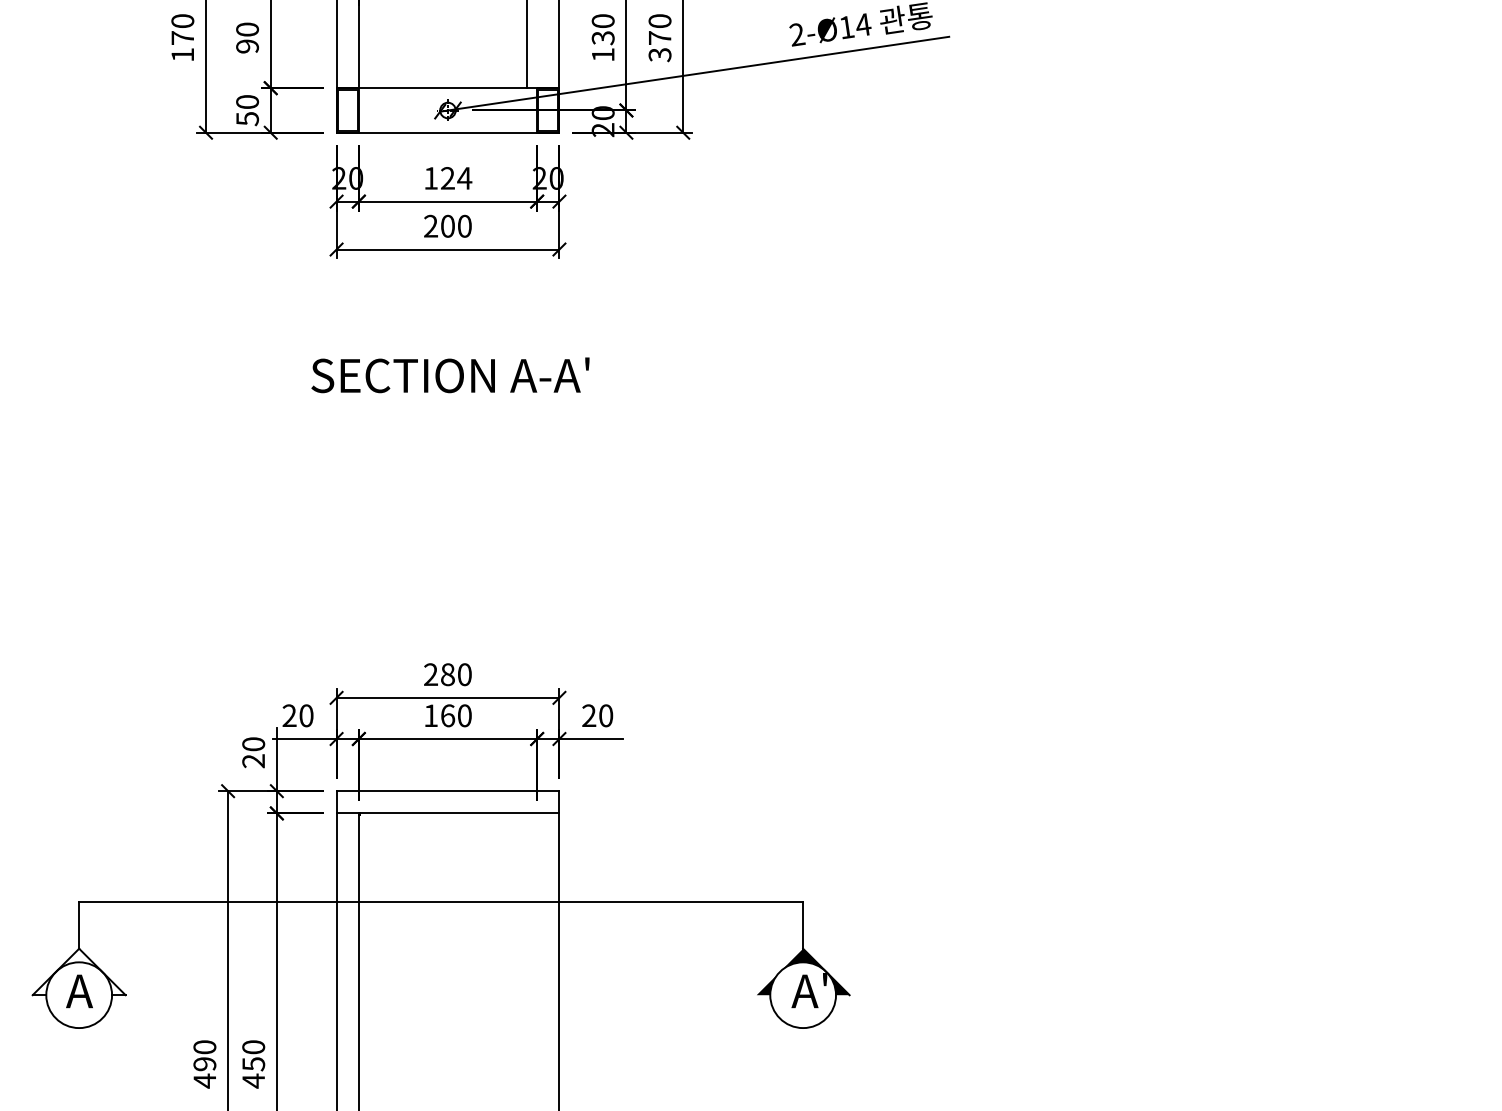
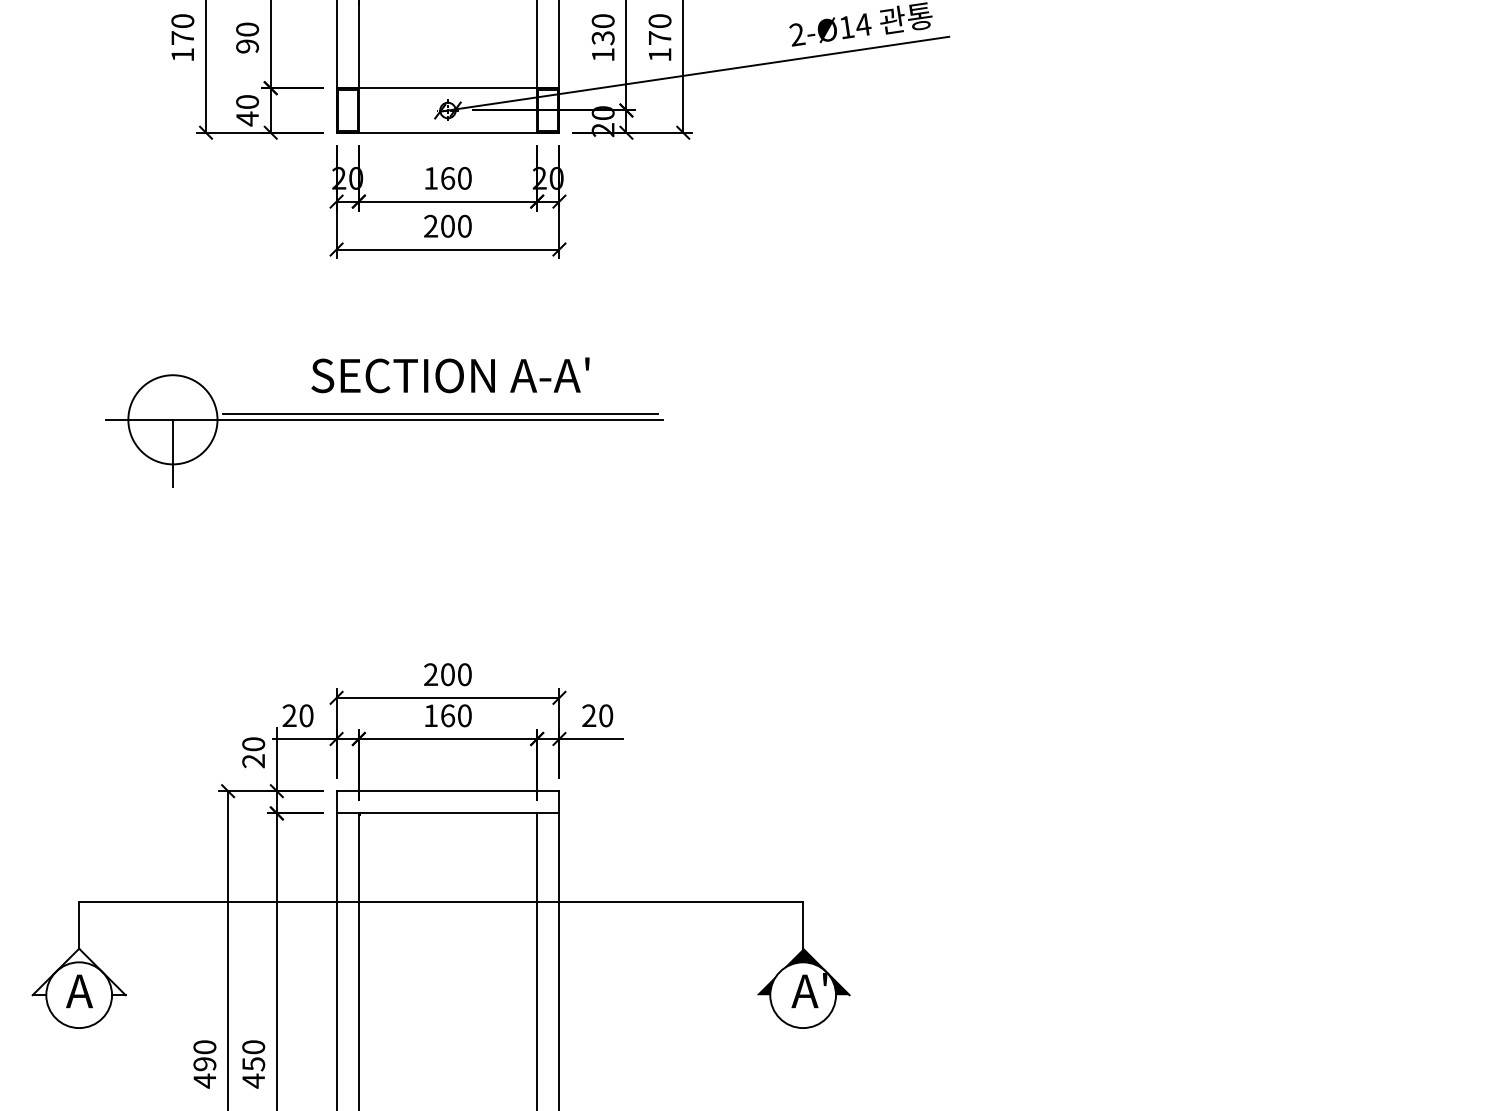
line at (527, 45) position: (527, 45) -> (537, 45)
text at (659, 55): 370 -> 170
text at (247, 118): 50 -> 40
text at (456, 178): 124 -> 160
part at (384, 420): none -> present
text at (447, 675): 280 -> 200
line at (537, 960): none -> present
